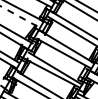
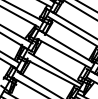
line at (19, 16): dashed -> solid
